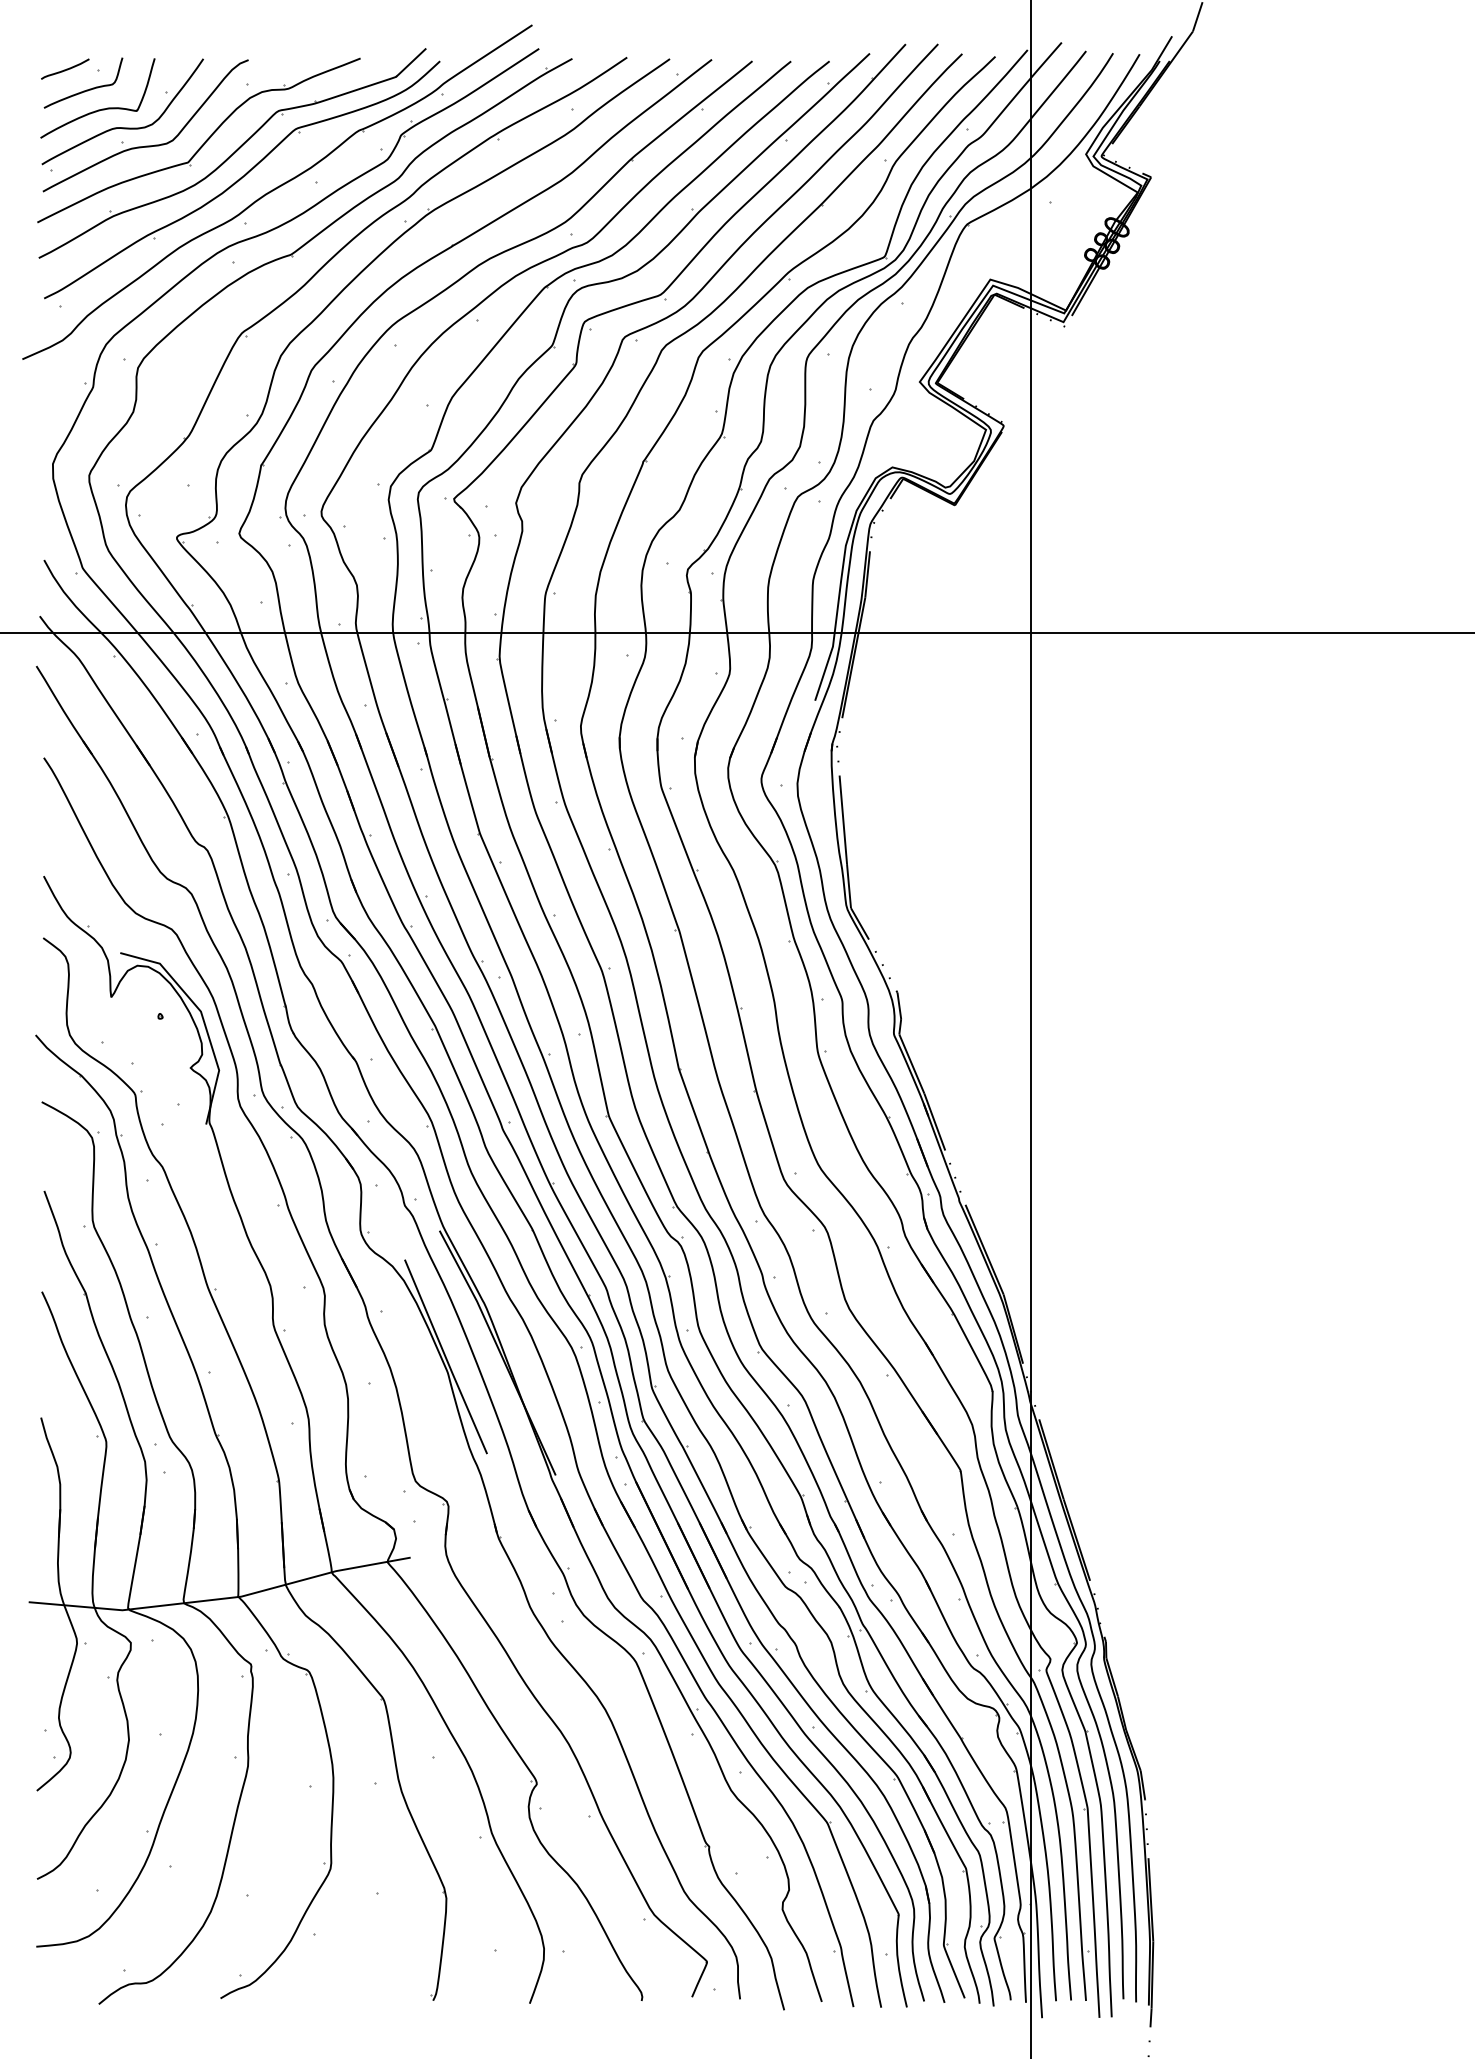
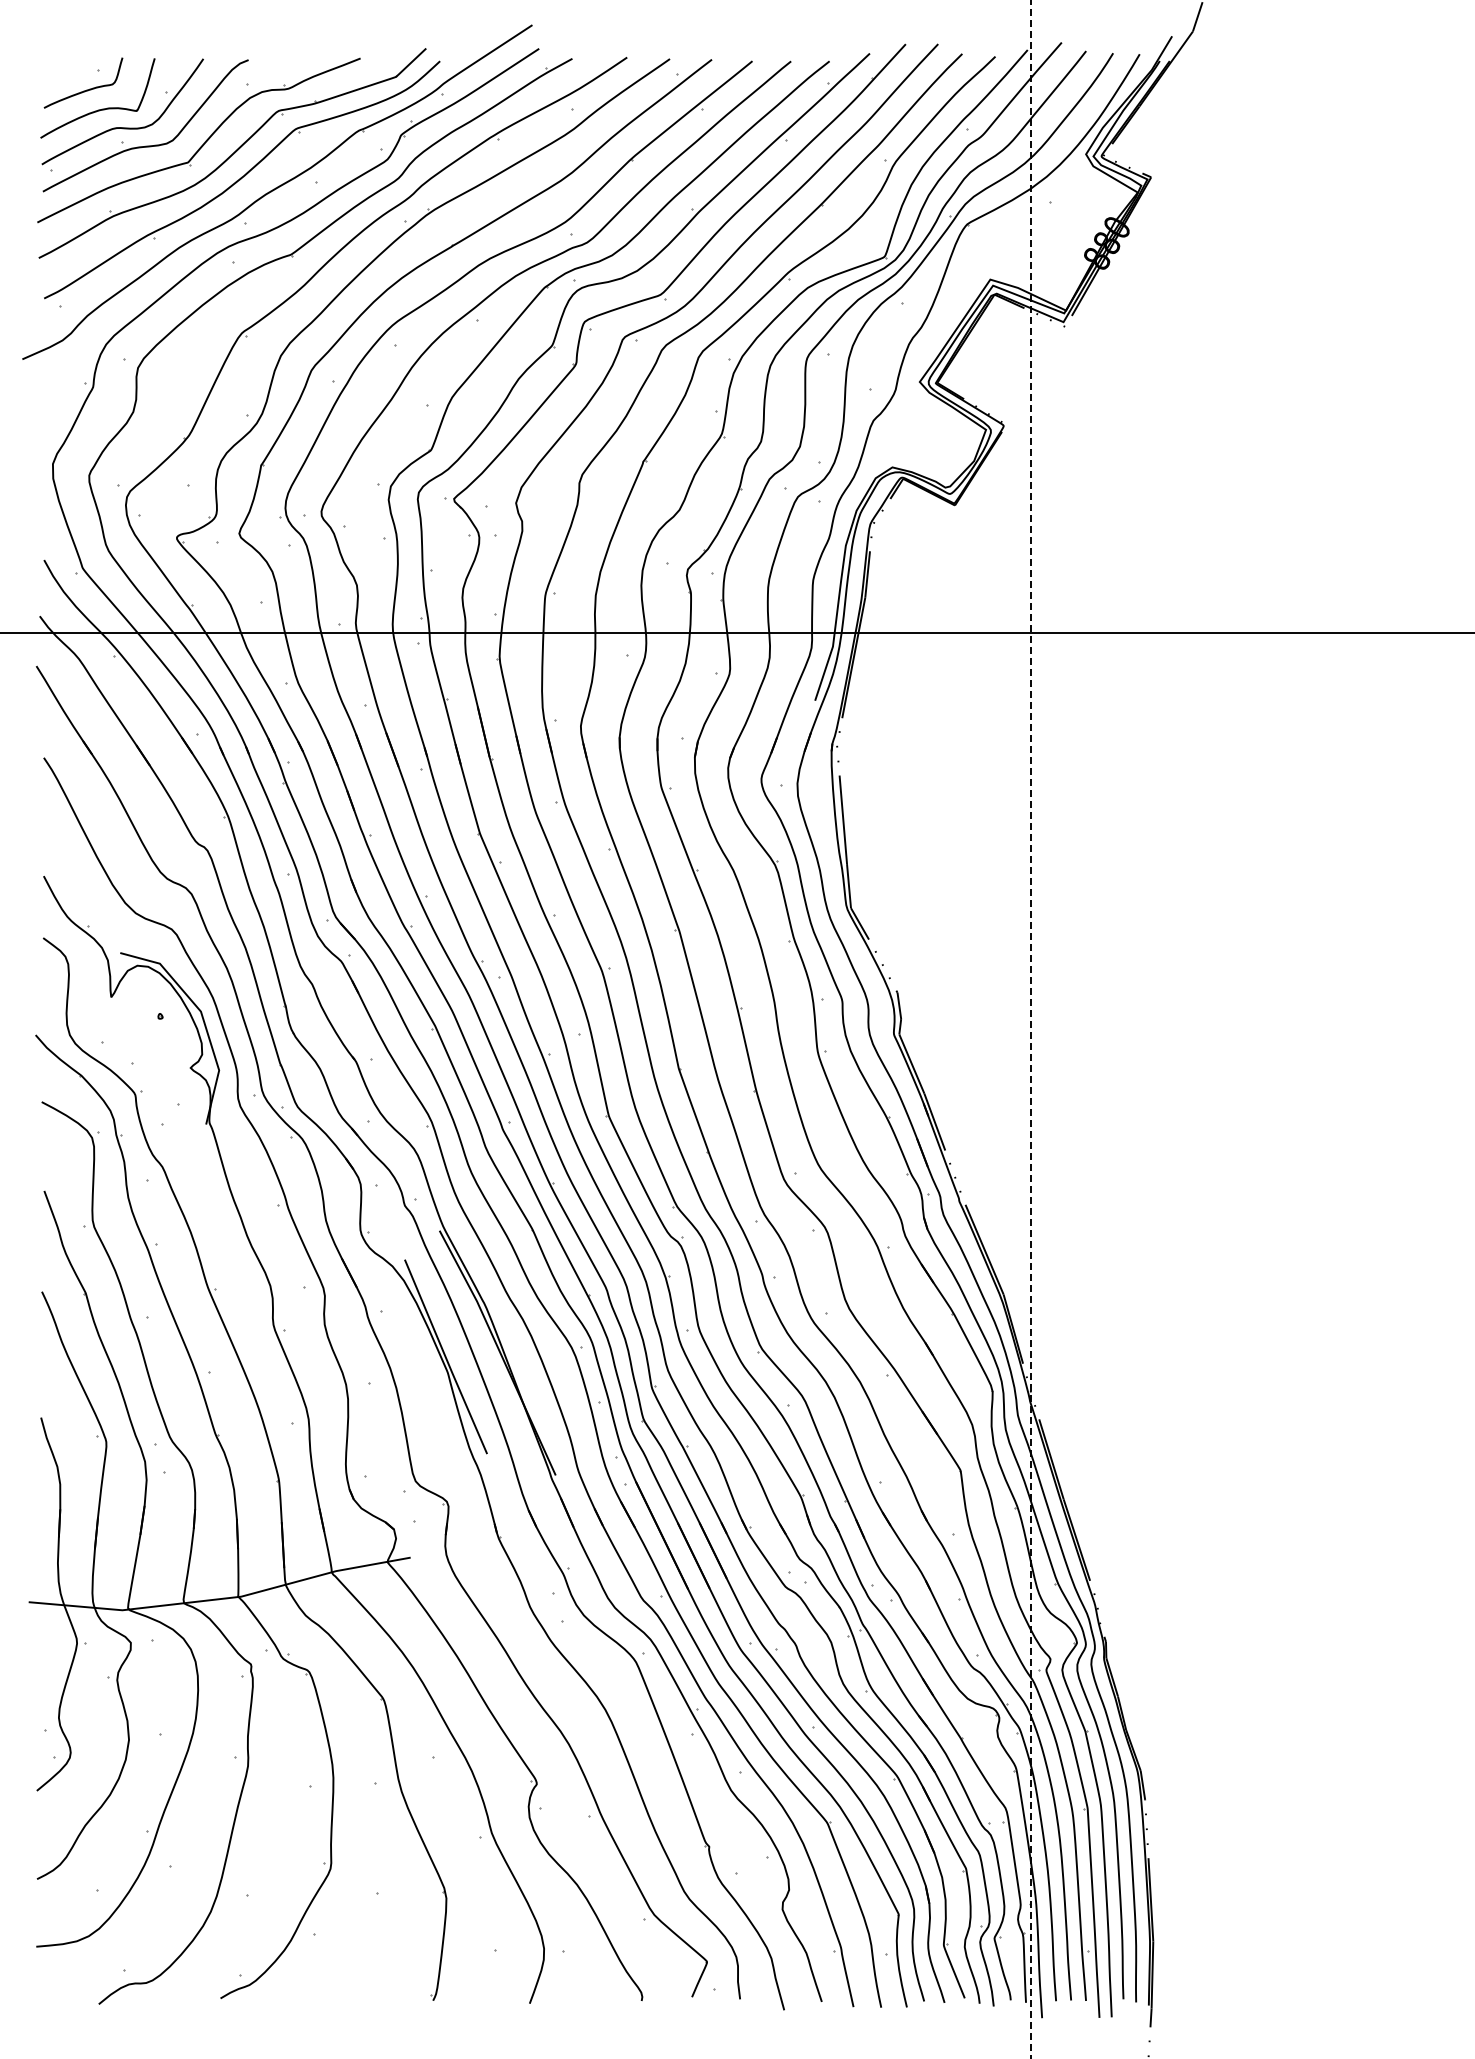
curve at (66, 68): present -> none
line at (1030, 1028): solid -> dashed
